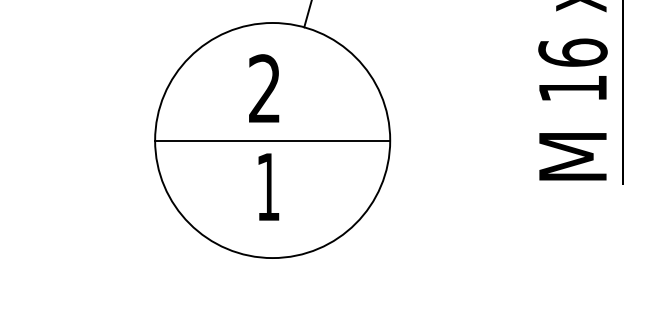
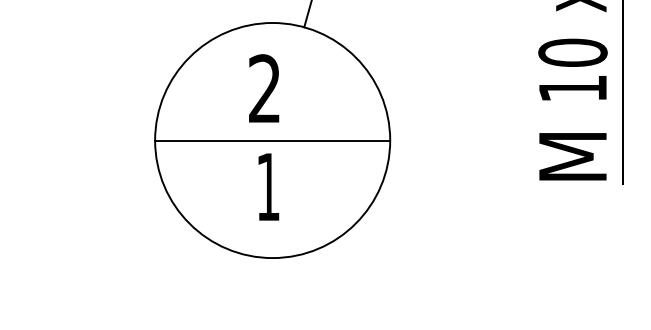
text at (572, 52): 16 -> 10
